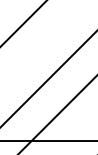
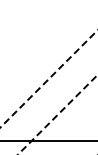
line at (23, 23): present -> none
line at (48, 79): solid -> dashed
line at (57, 114): solid -> dashed
